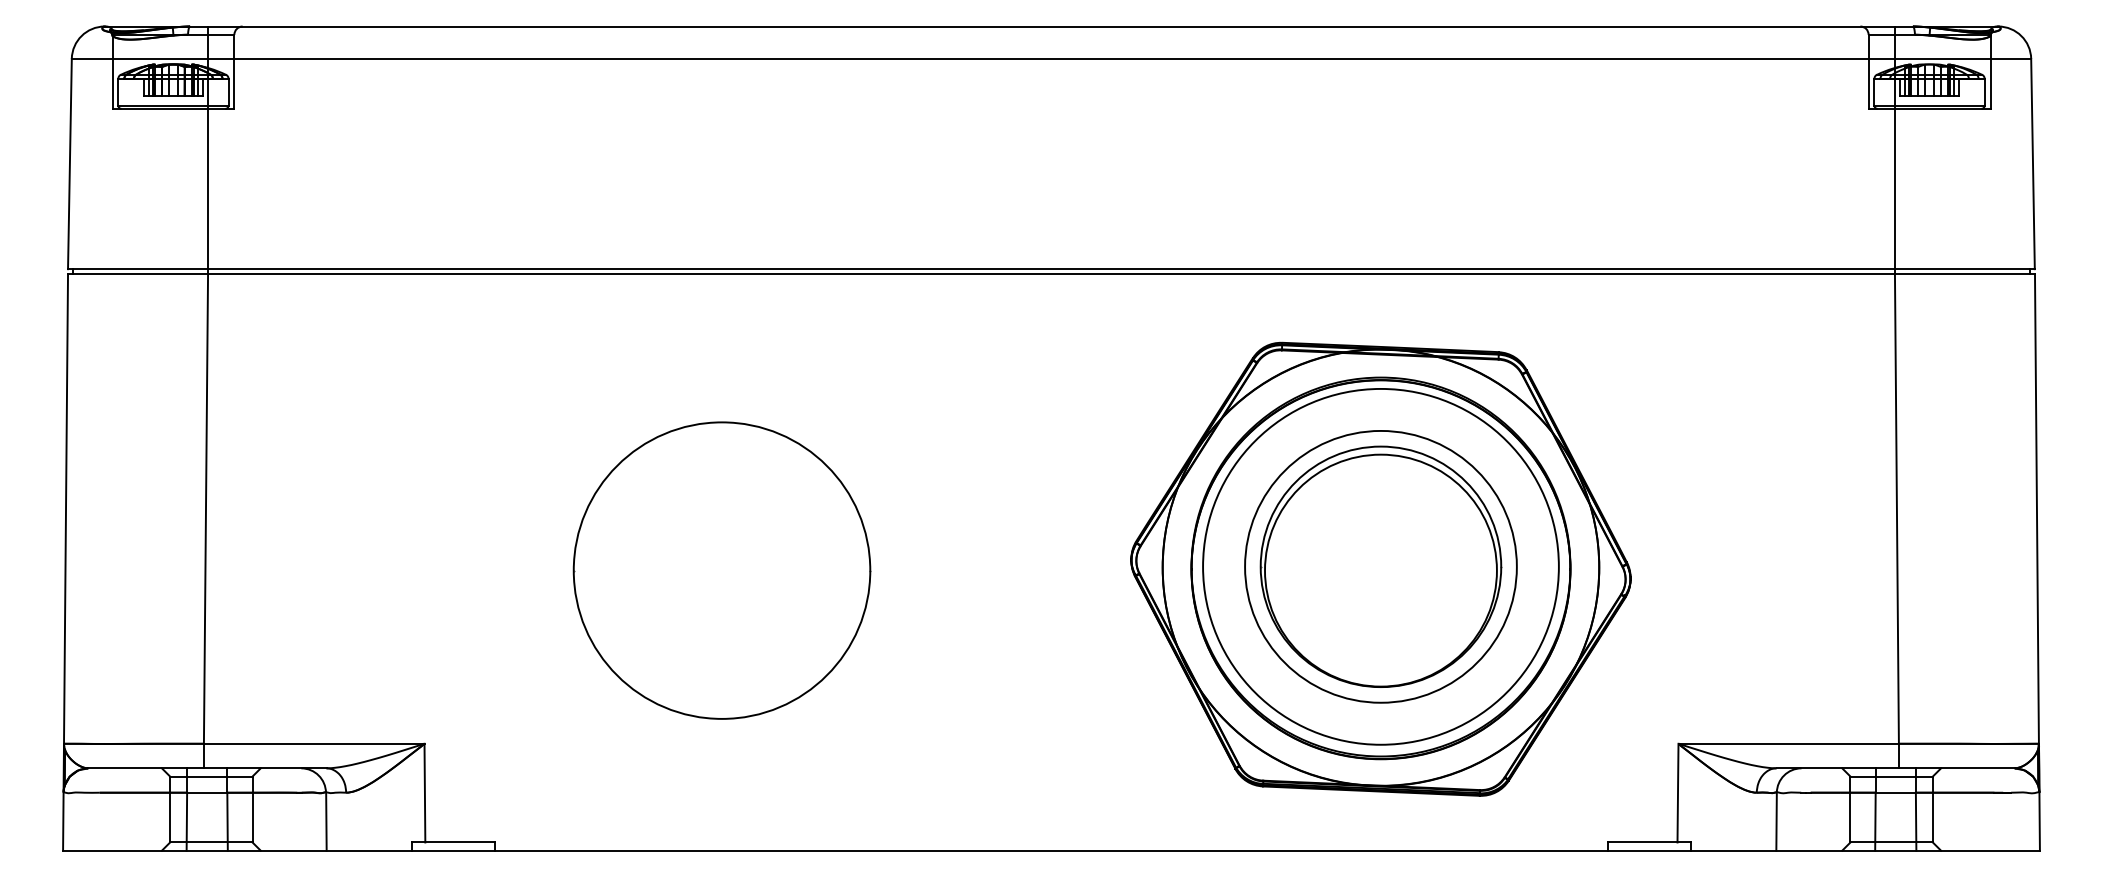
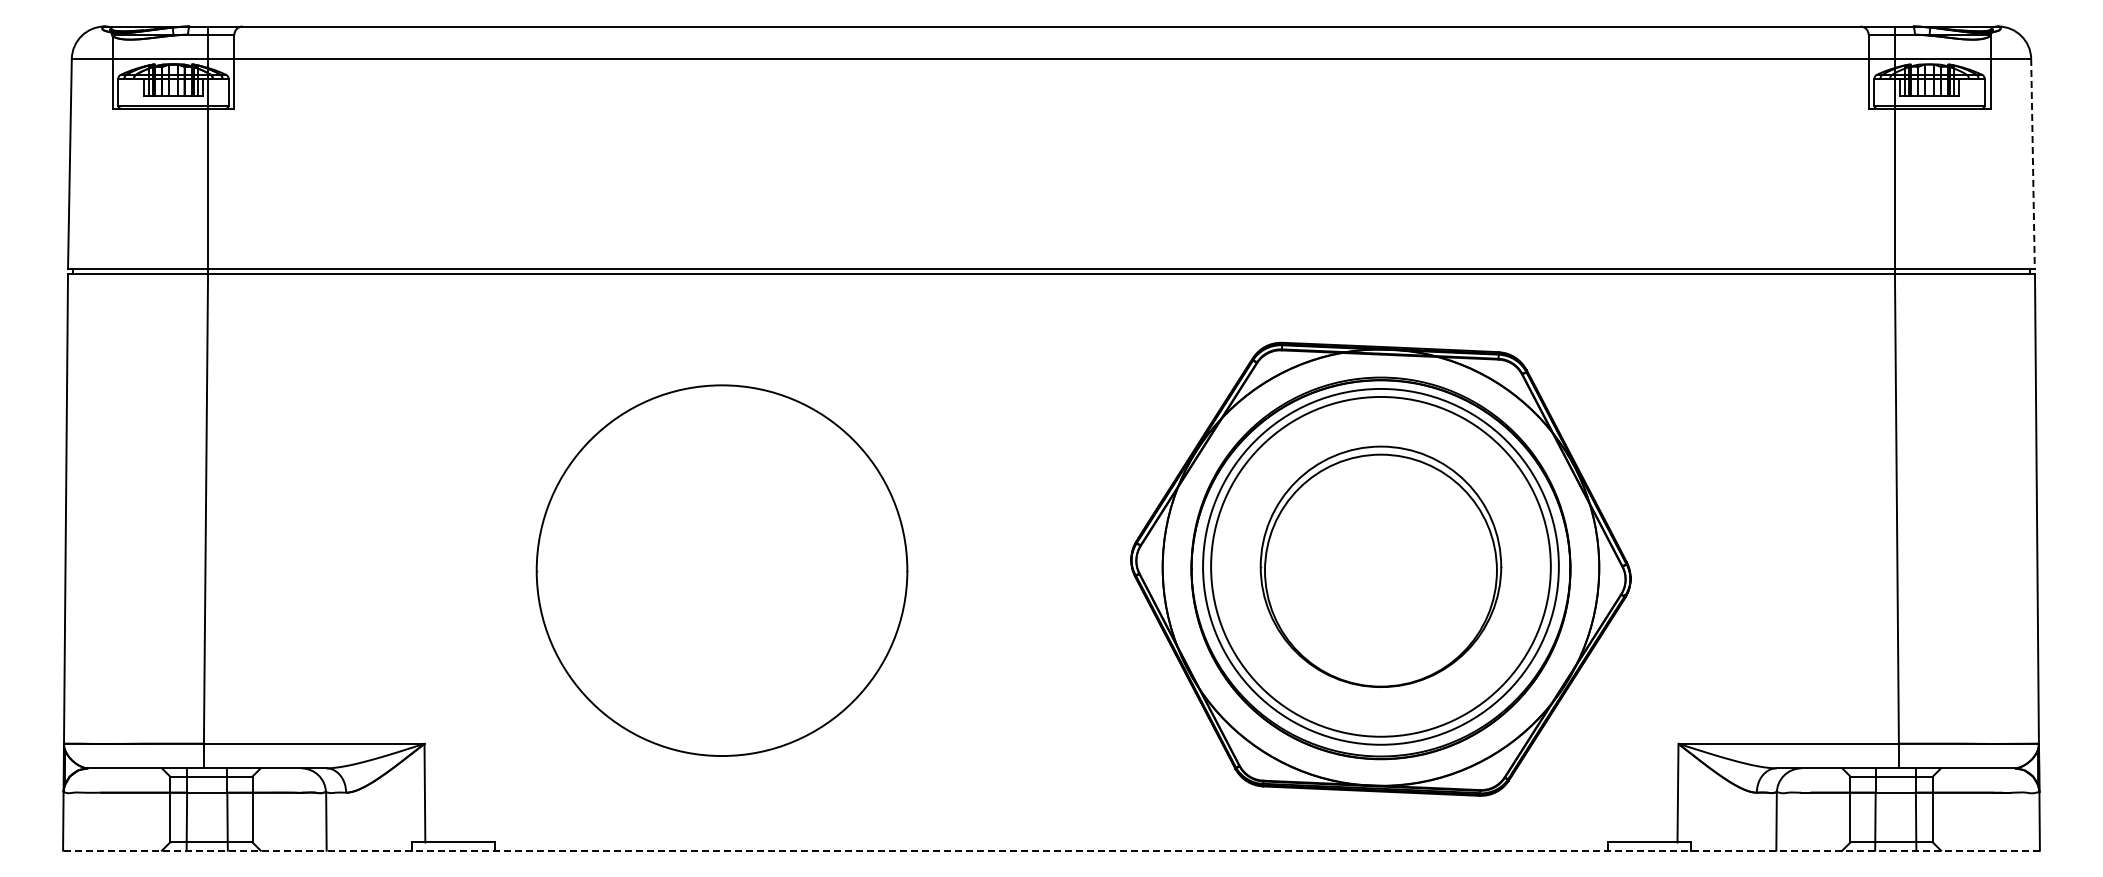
line at (2033, 164): solid -> dashed
circle at (1380, 566) diameter: 272 px -> 340 px
part at (721, 570) size: 300x299 px -> 374x373 px
line at (1051, 850): solid -> dashed
